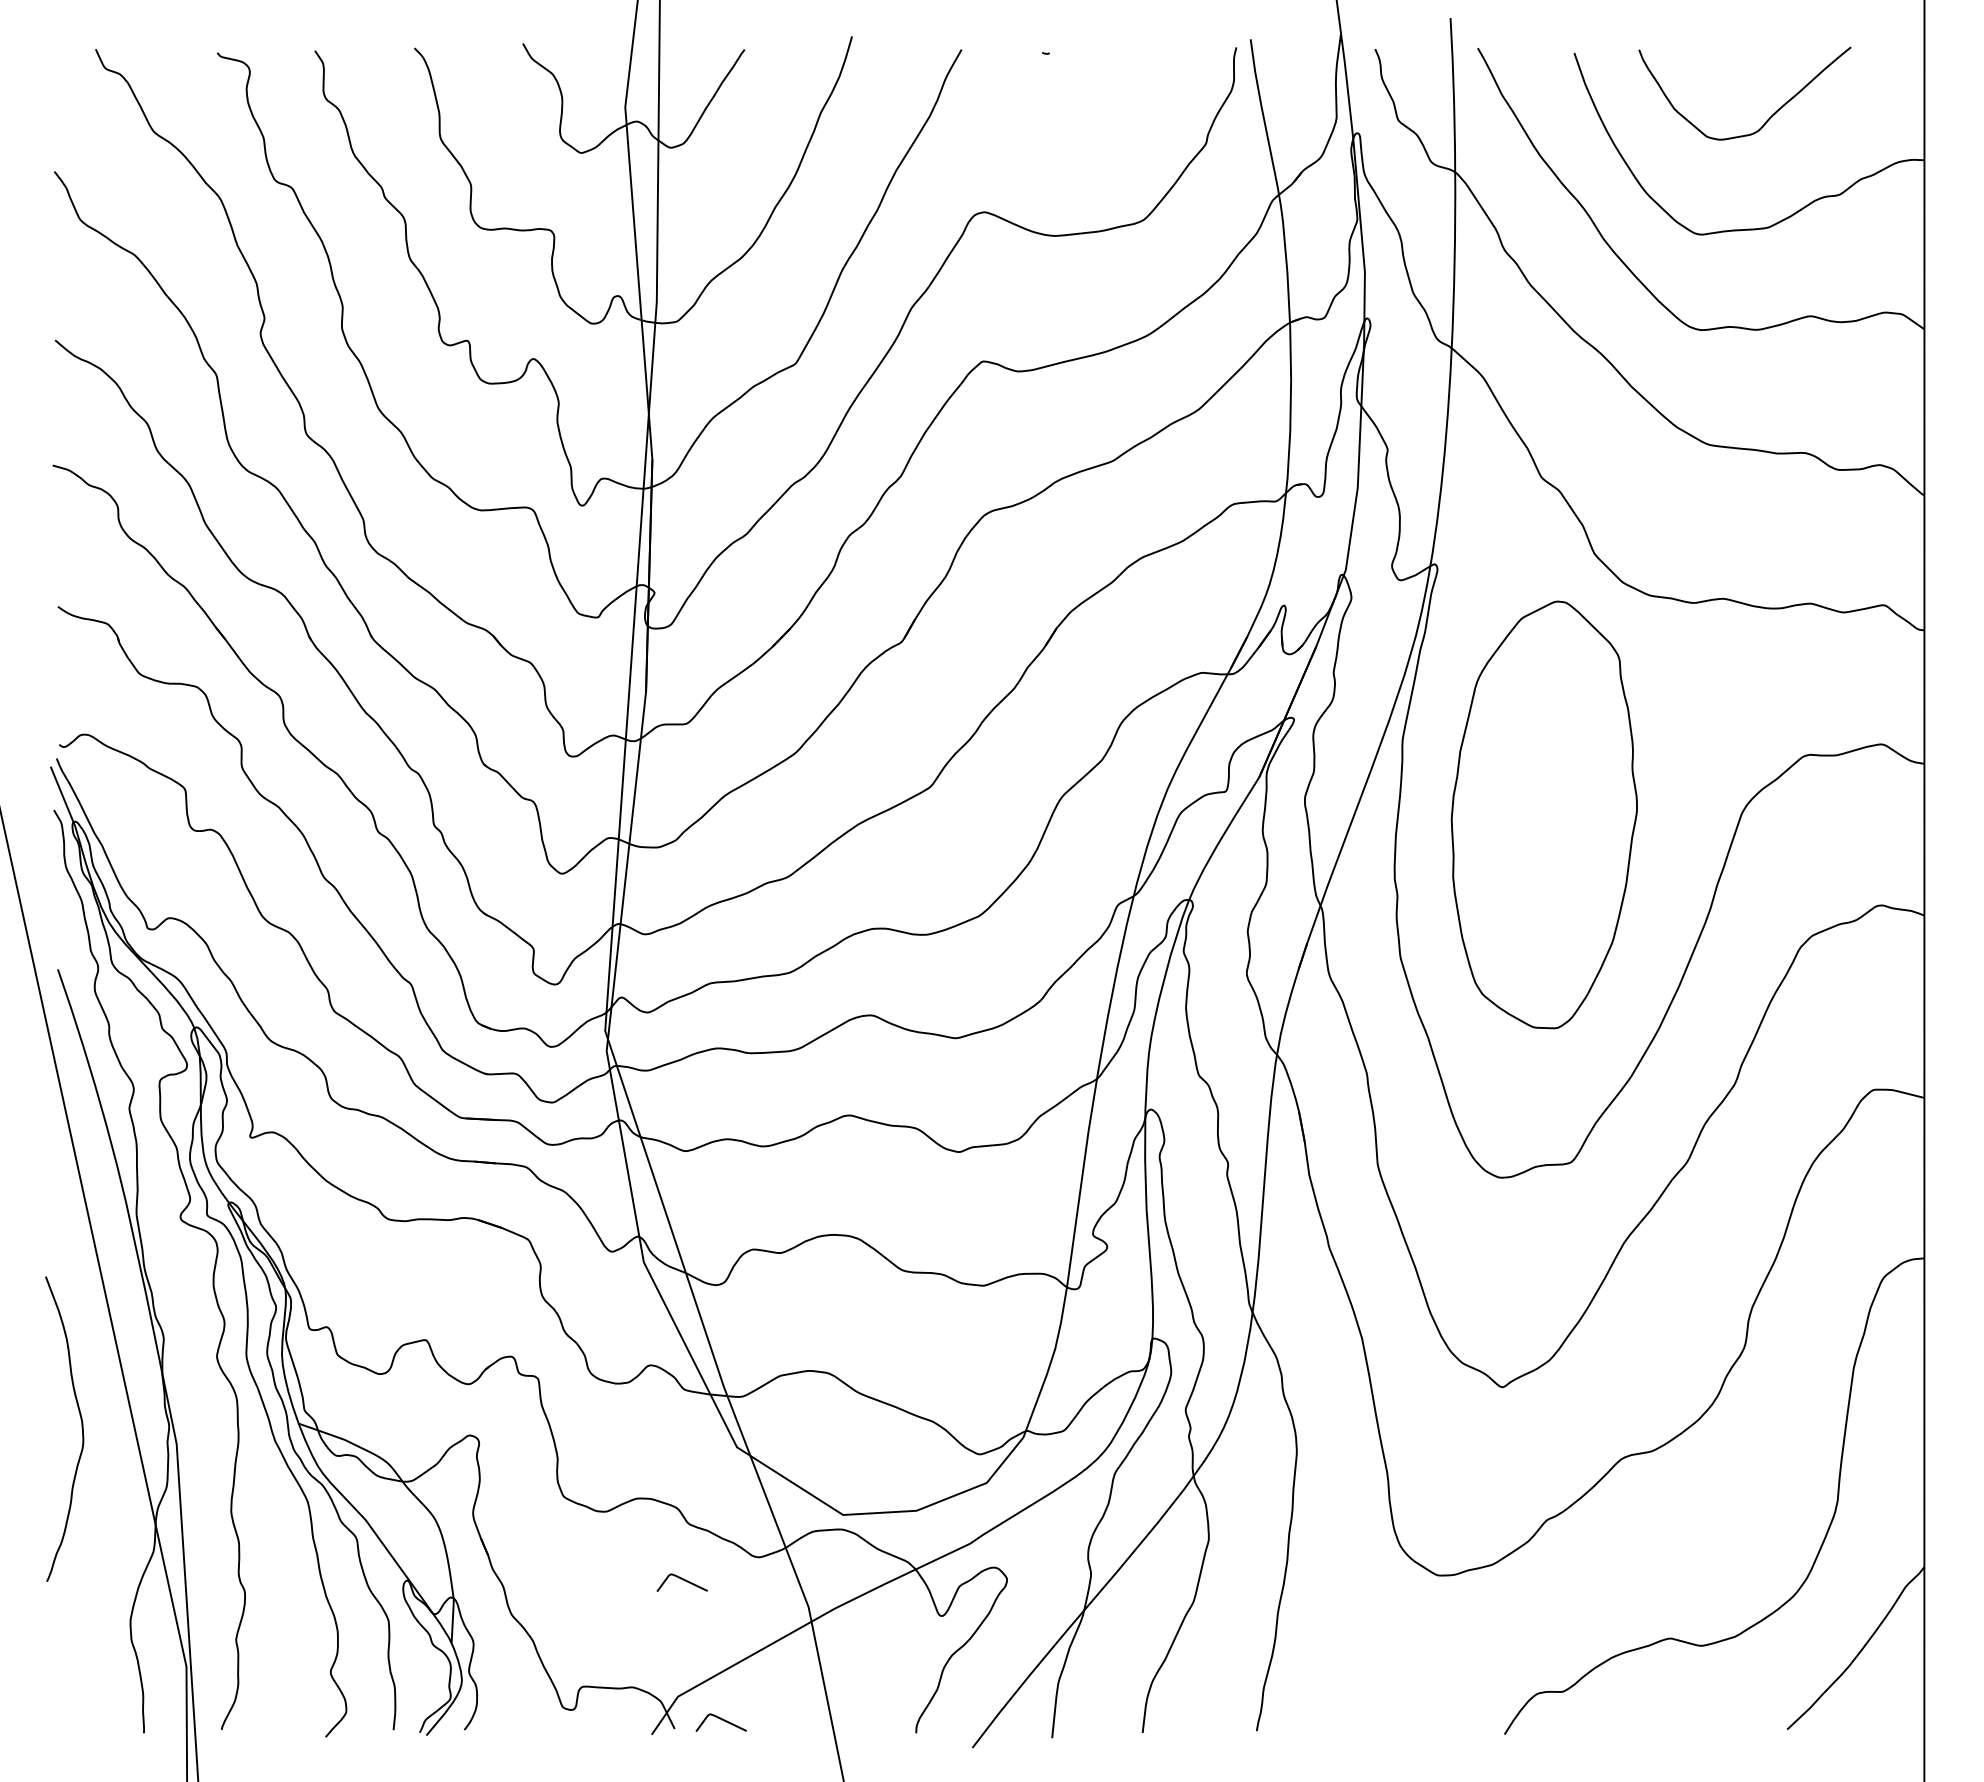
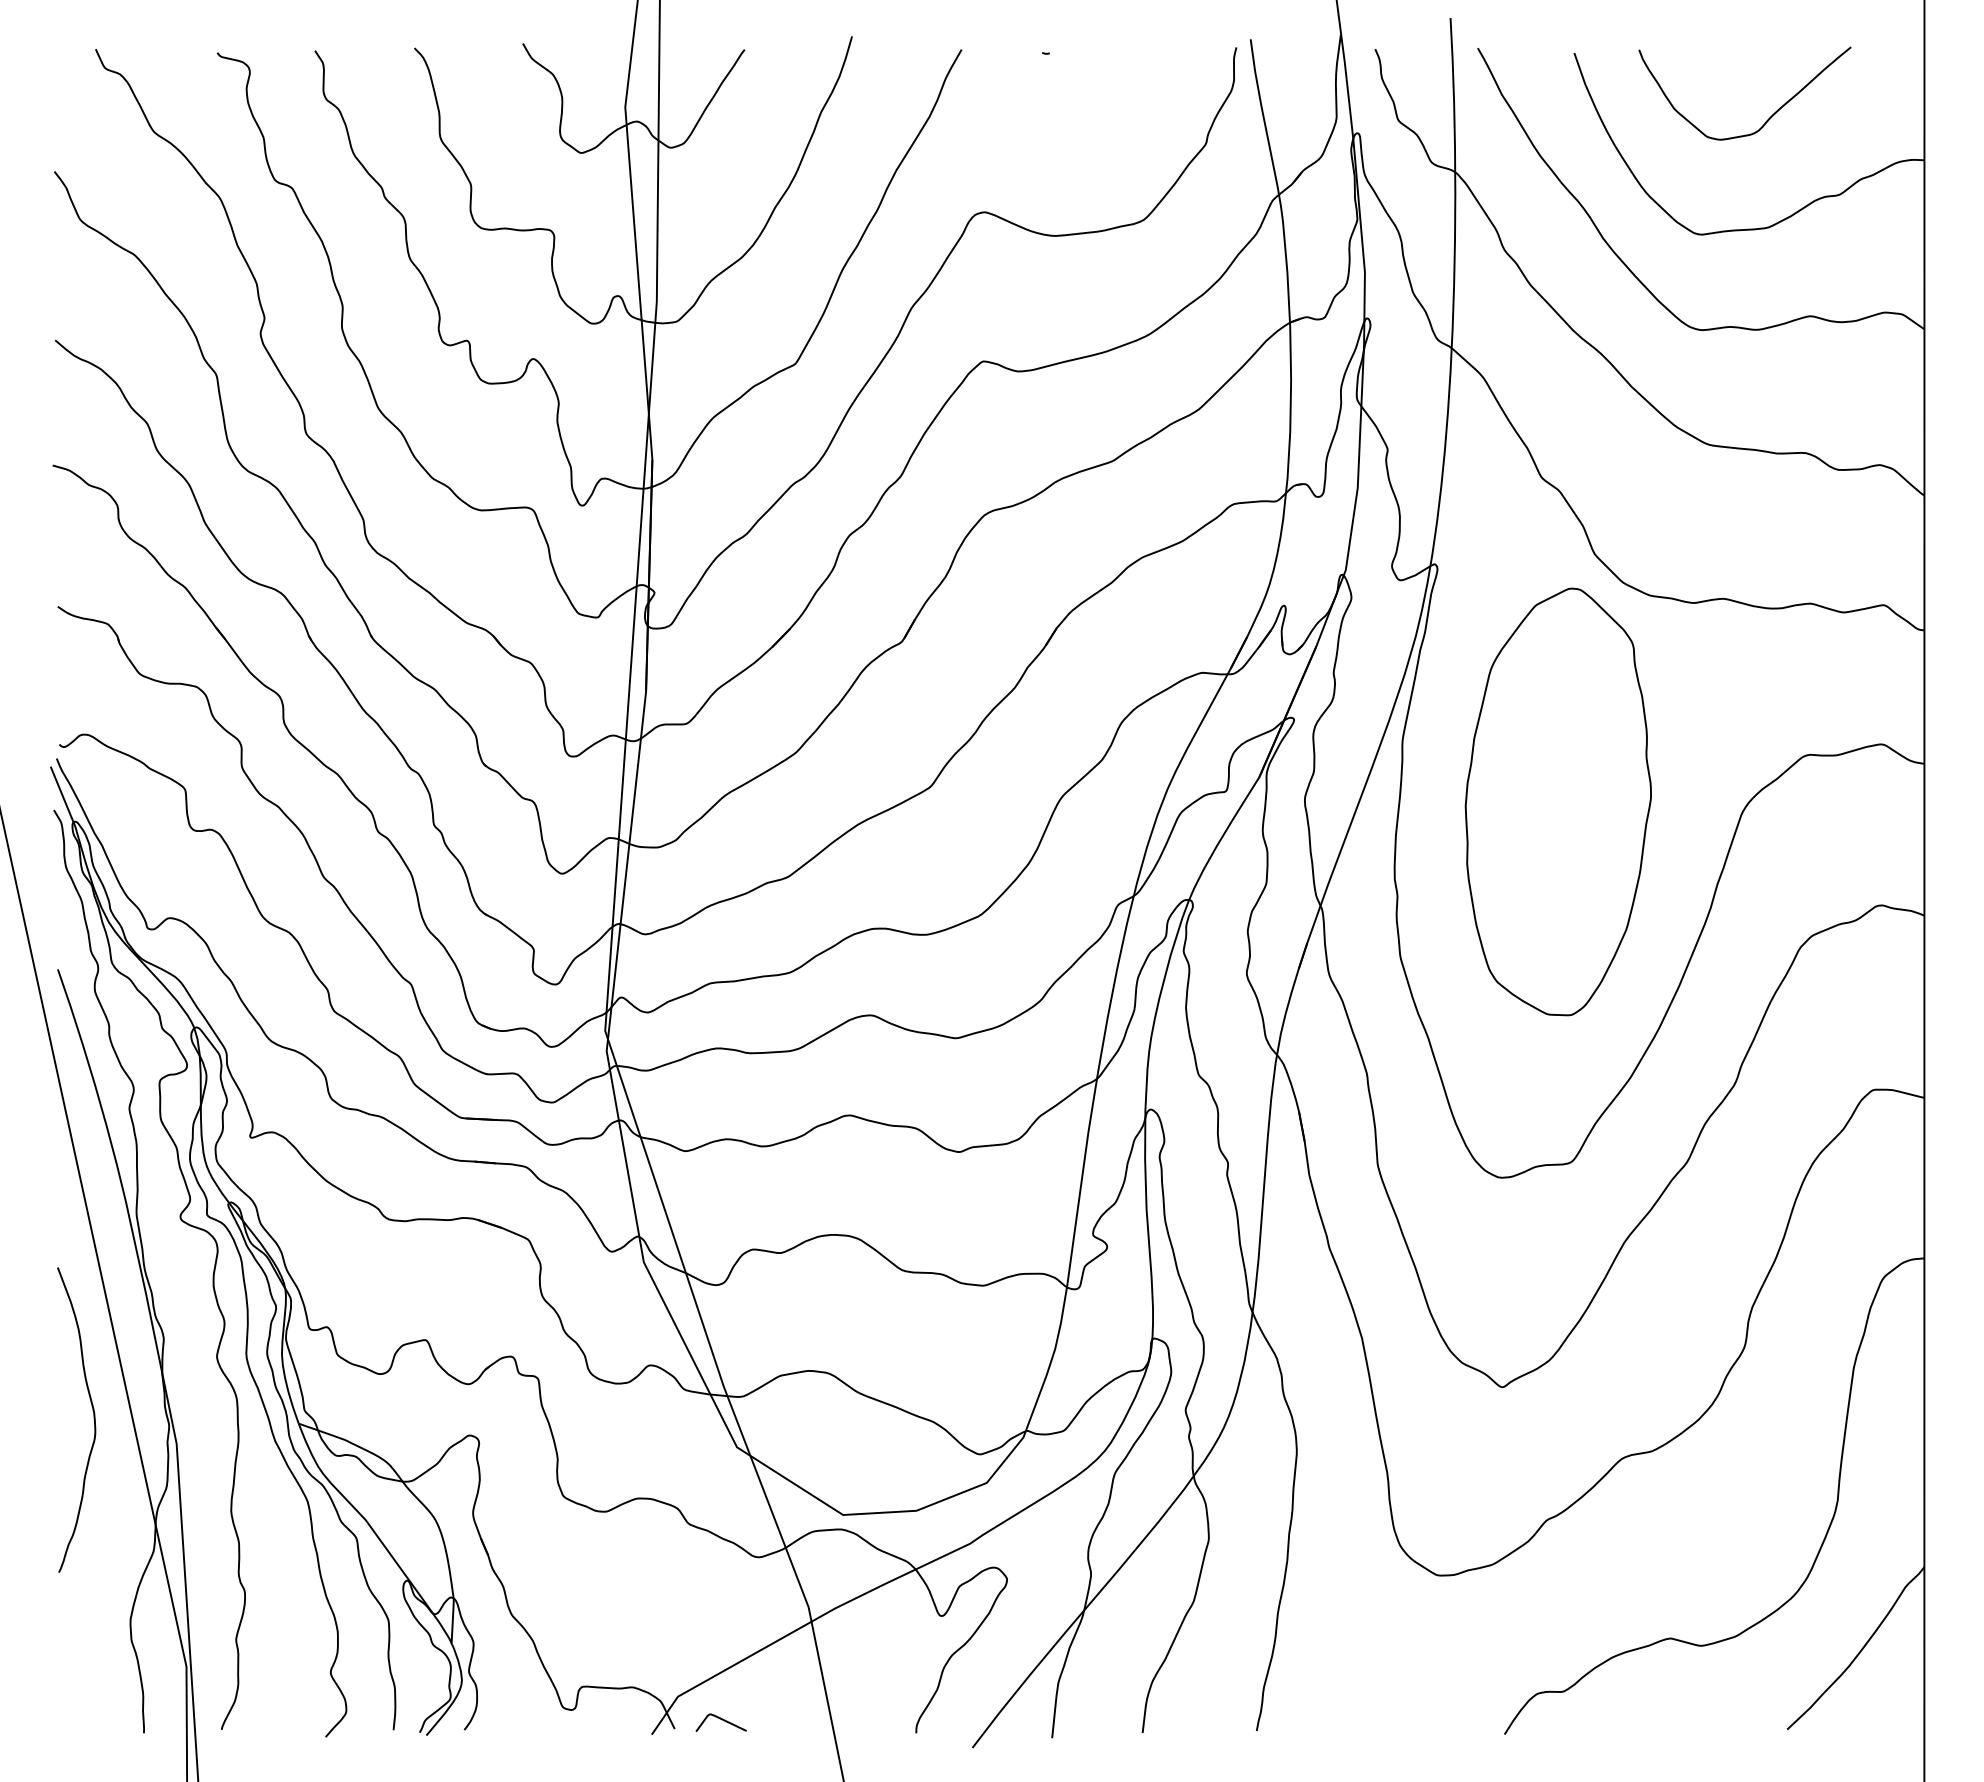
part at (1543, 814) position: (1543, 814) -> (1557, 801)
curve at (81, 1428) position: (81, 1428) -> (93, 1419)
curve at (683, 1580): present -> none
